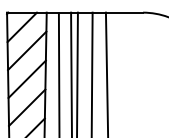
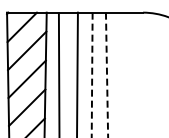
line at (71, 73): present -> none
line at (92, 75): solid -> dashed
line at (107, 75): solid -> dashed
